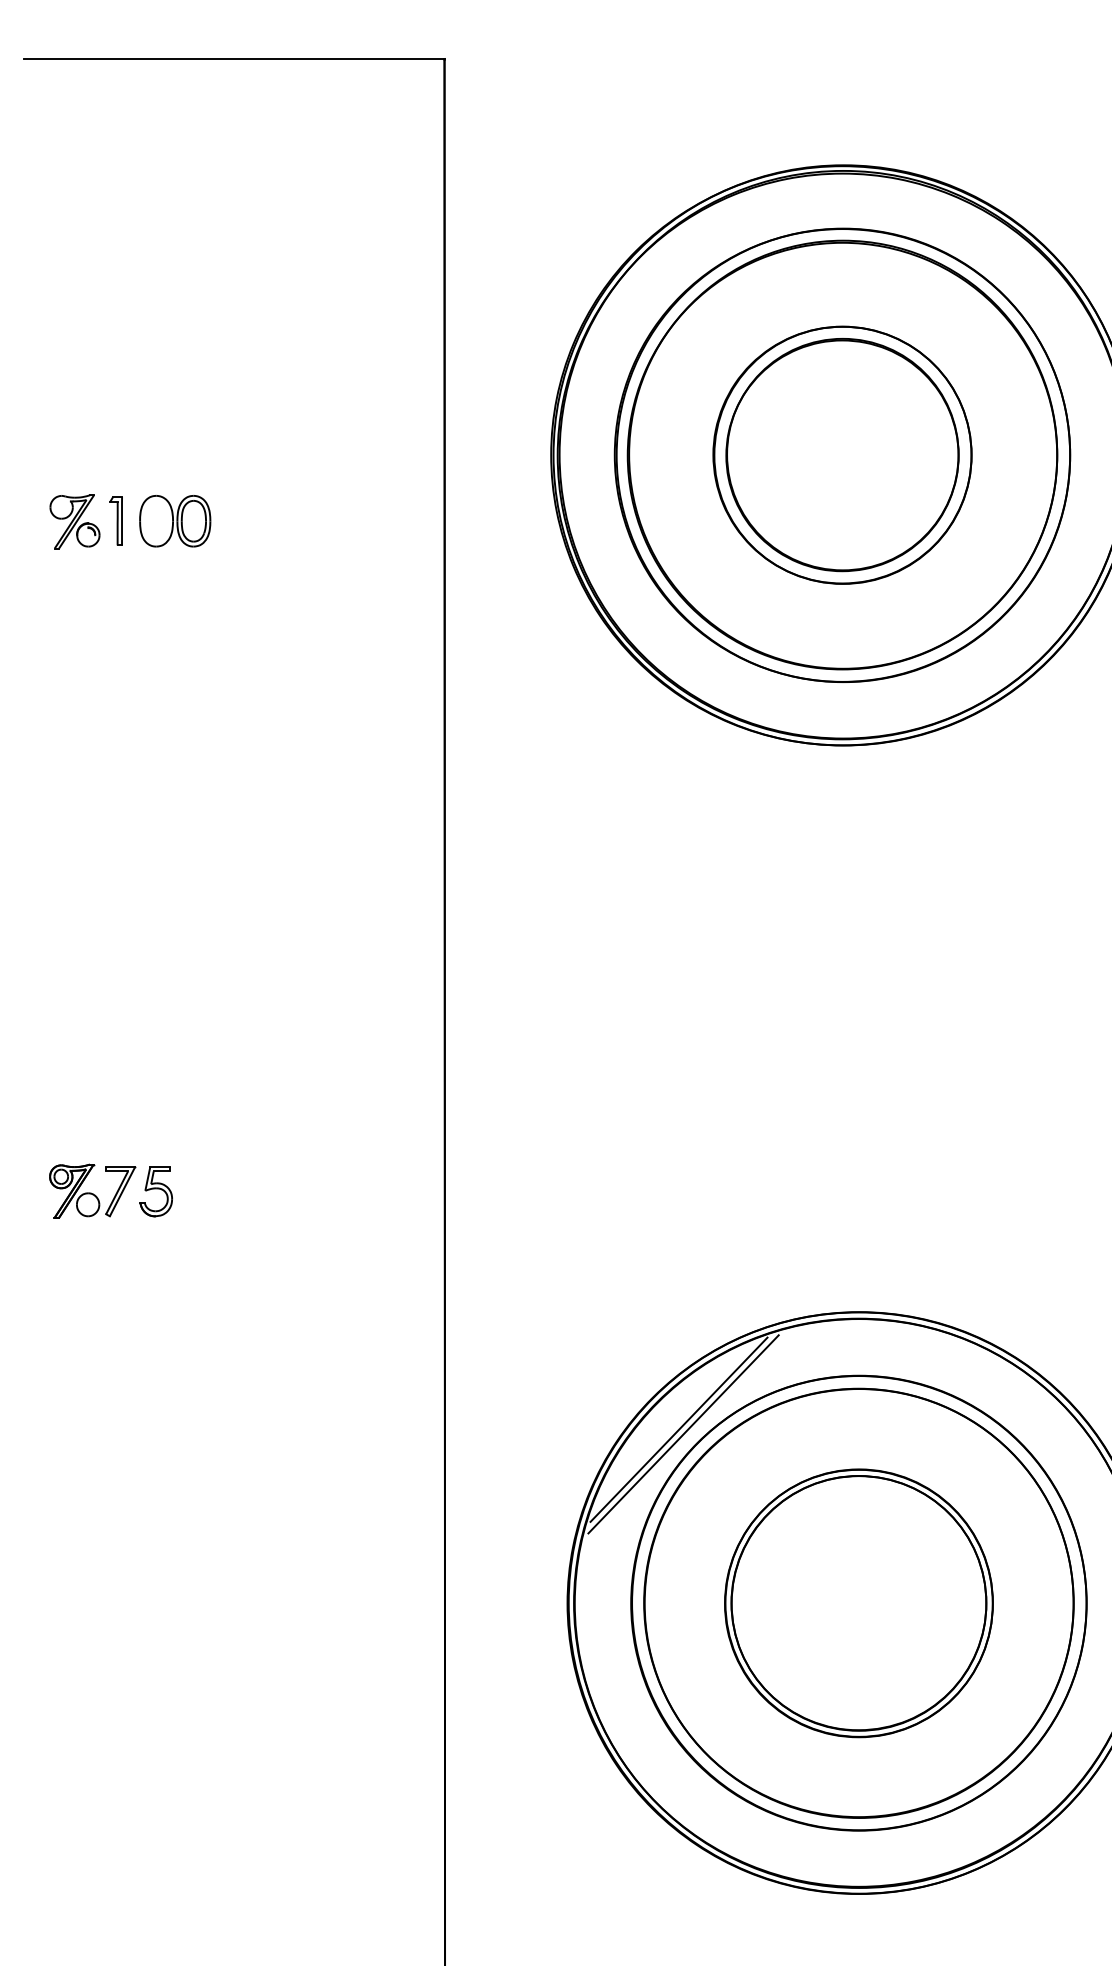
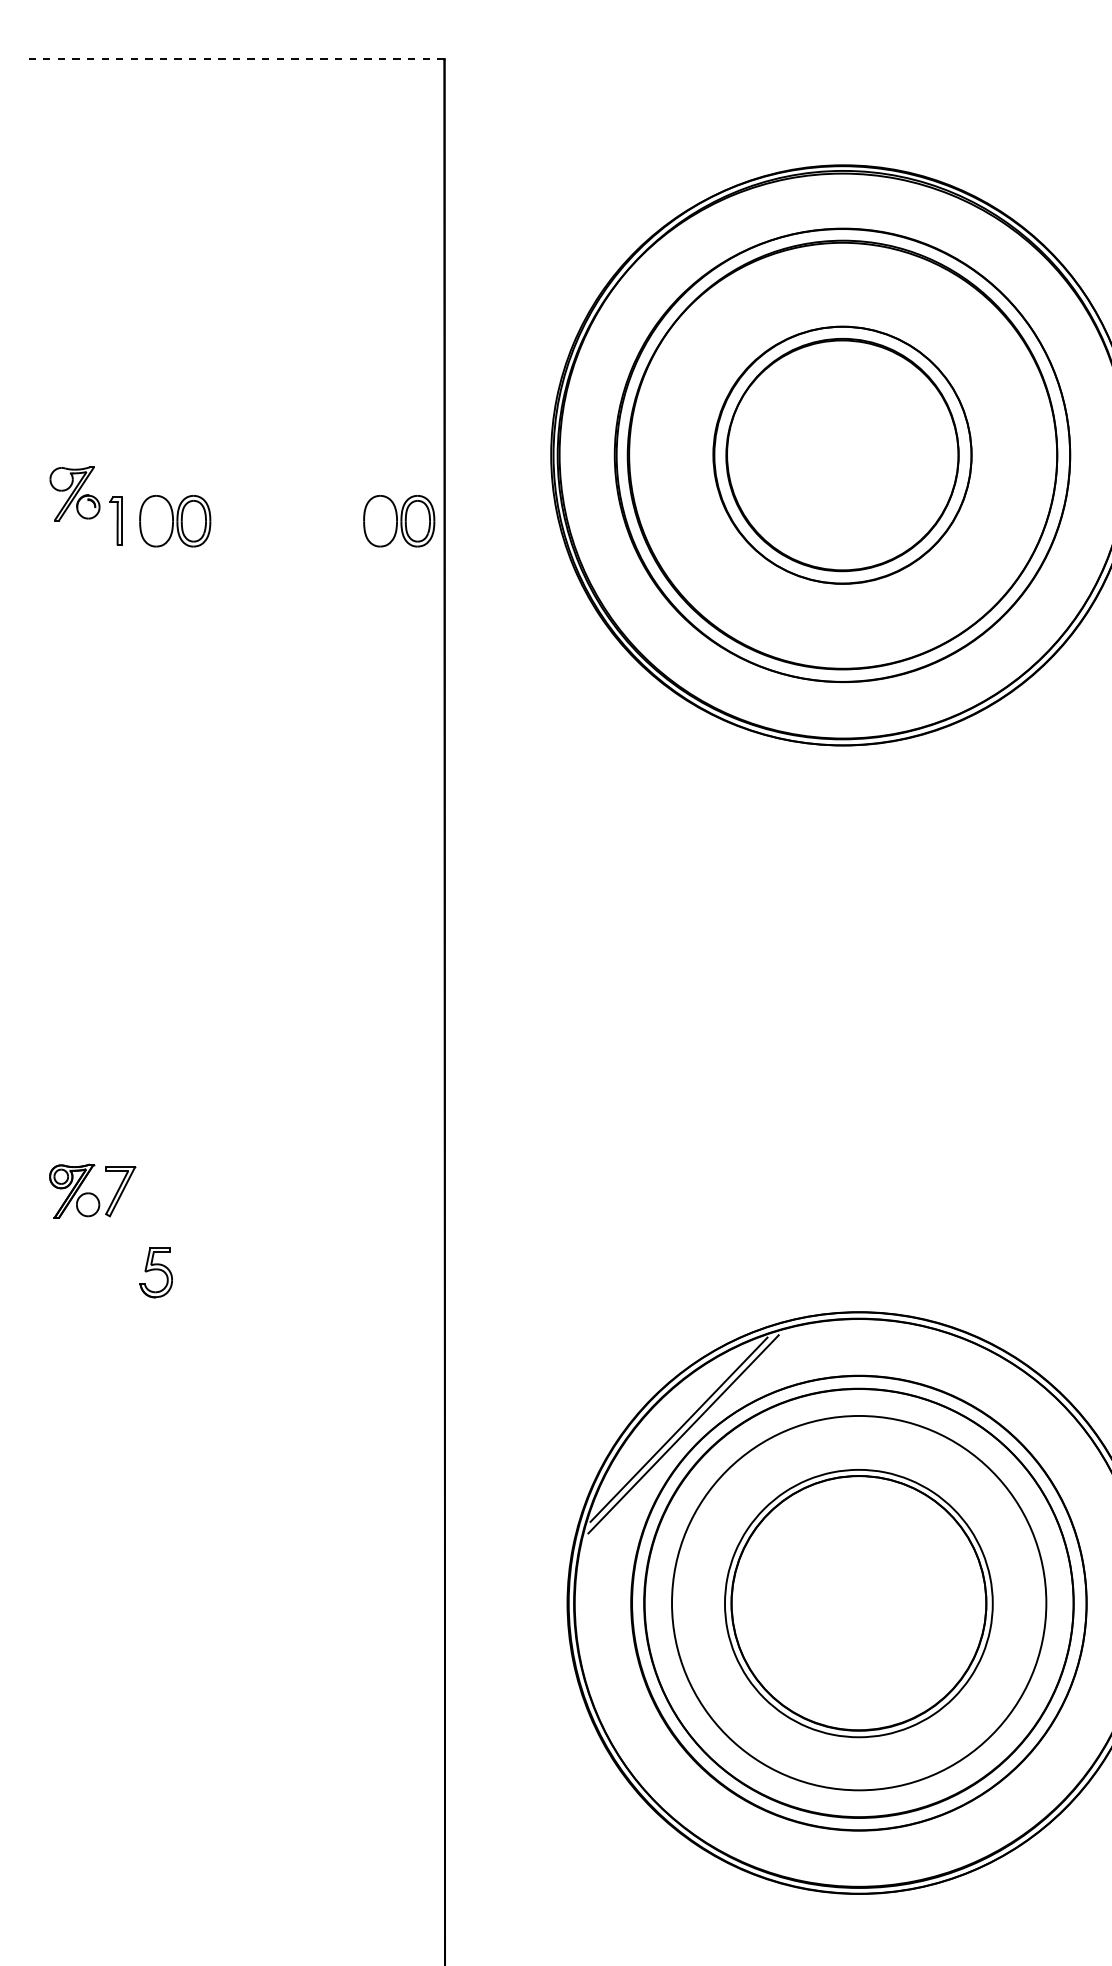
line at (233, 58): solid -> dashed
part at (74, 521) position: (74, 521) -> (74, 493)
part at (399, 521): none -> present
part at (155, 1191) position: (155, 1191) -> (155, 1272)
circle at (858, 1602) diameter: 267 px -> 374 px
